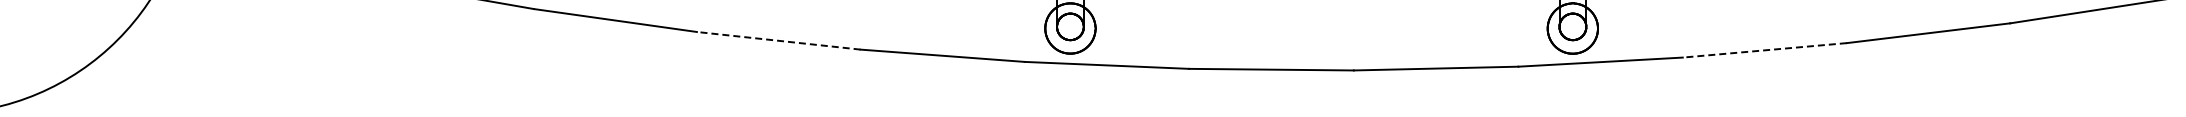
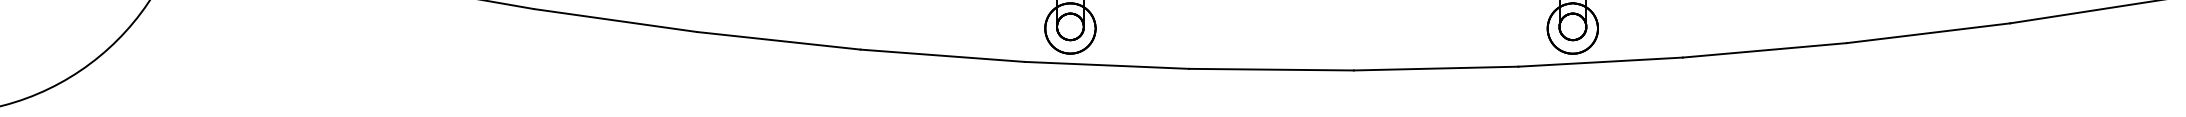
line at (778, 40): dashed -> solid
line at (1764, 50): dashed -> solid
